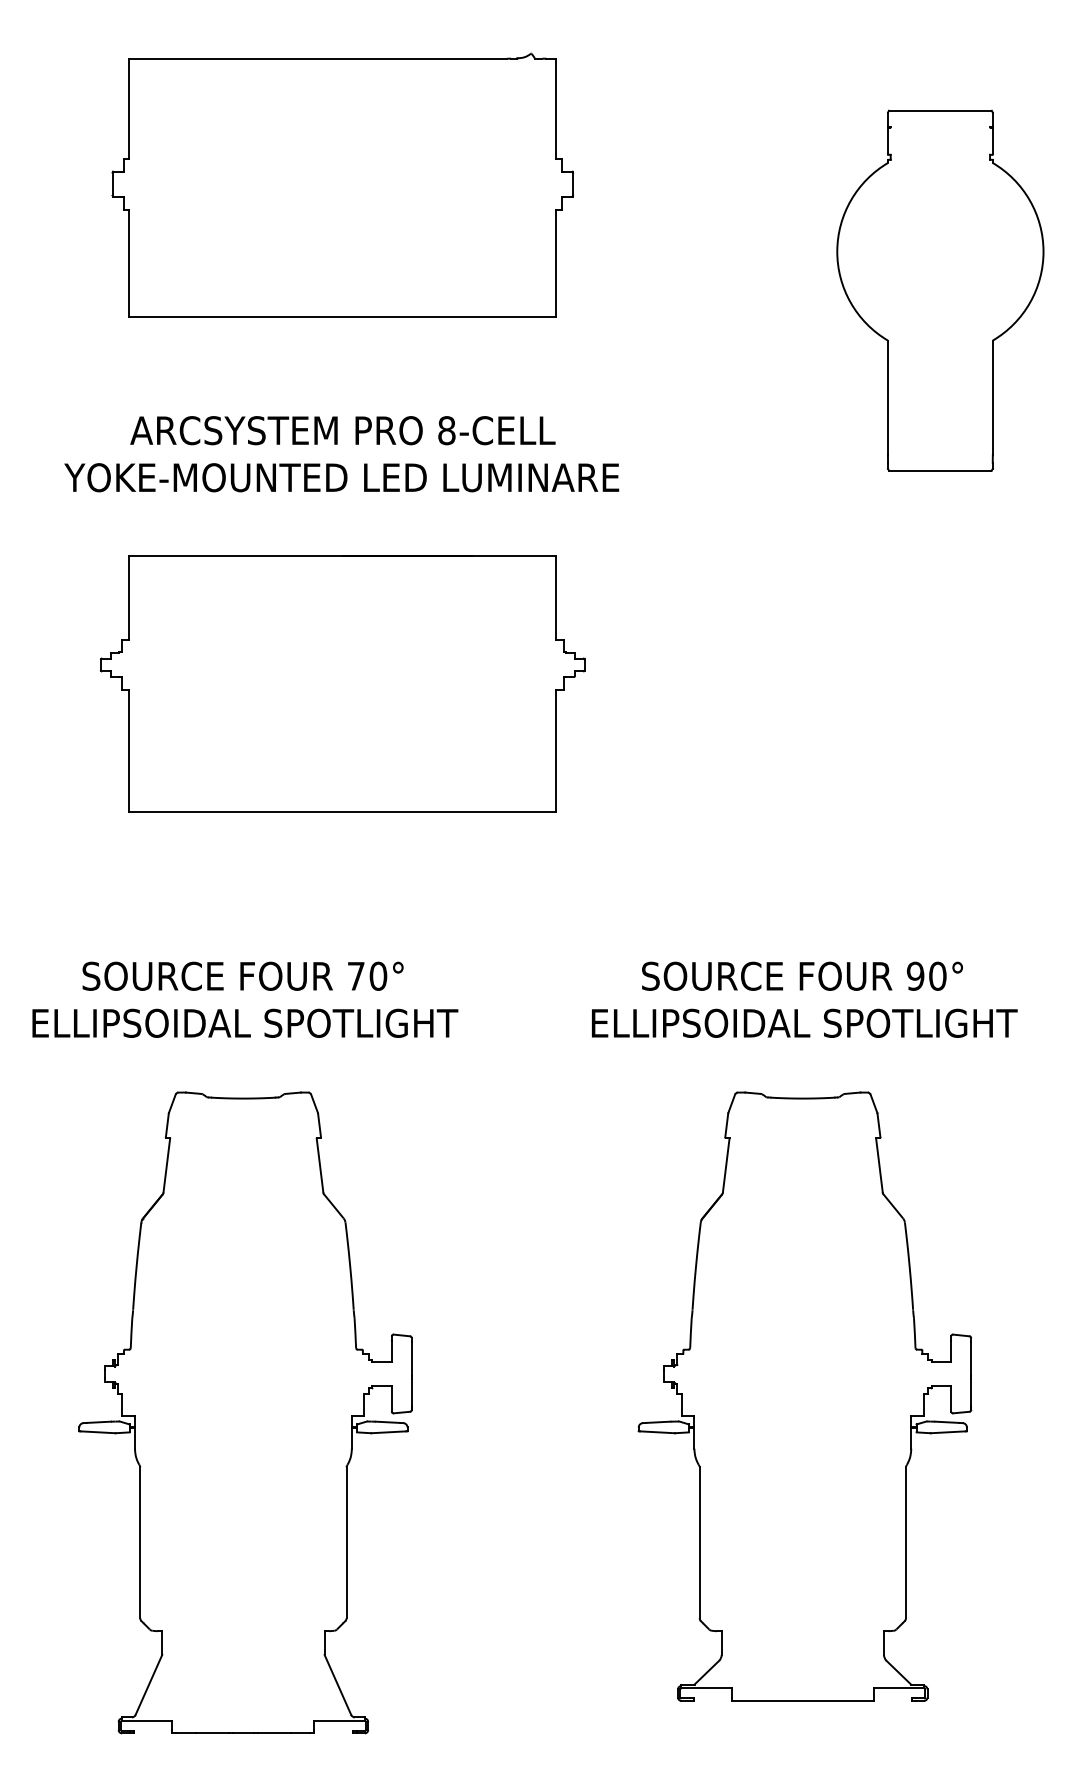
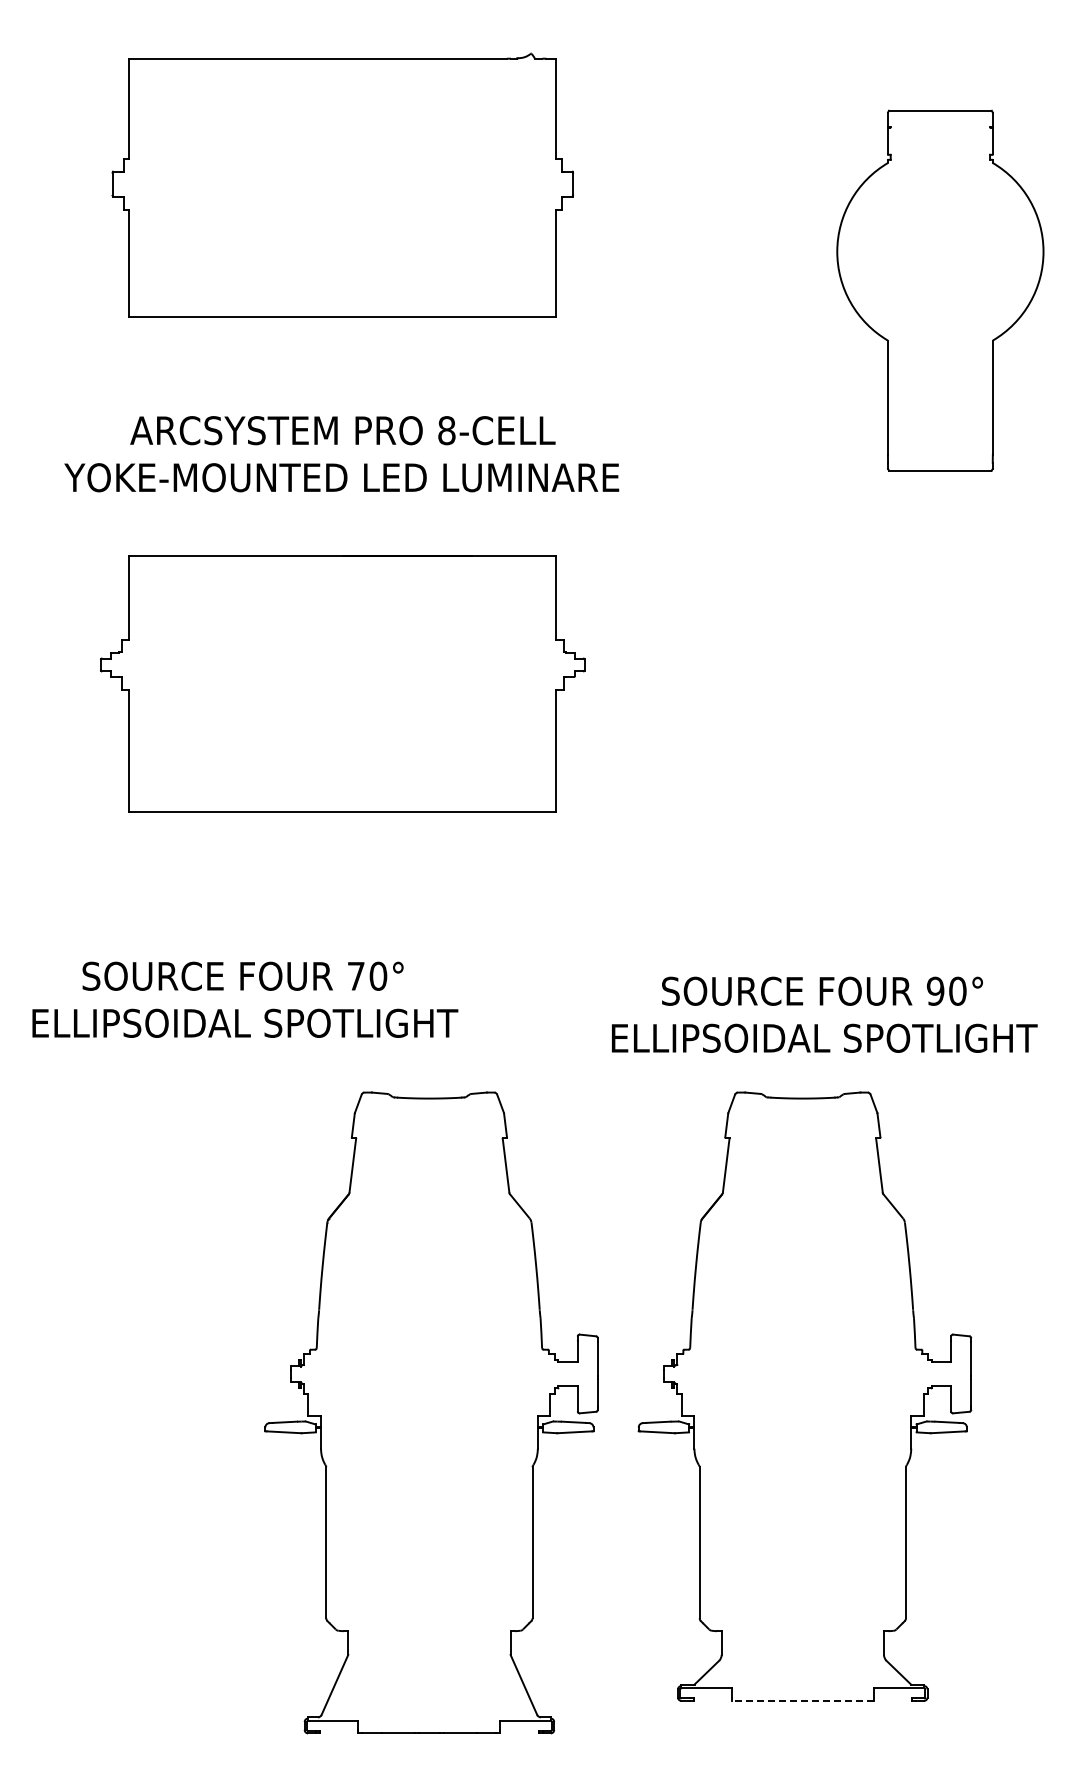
text at (804, 999) position: (804, 999) -> (824, 1014)
part at (245, 1412) position: (245, 1412) -> (431, 1412)
line at (802, 1700): solid -> dashed
